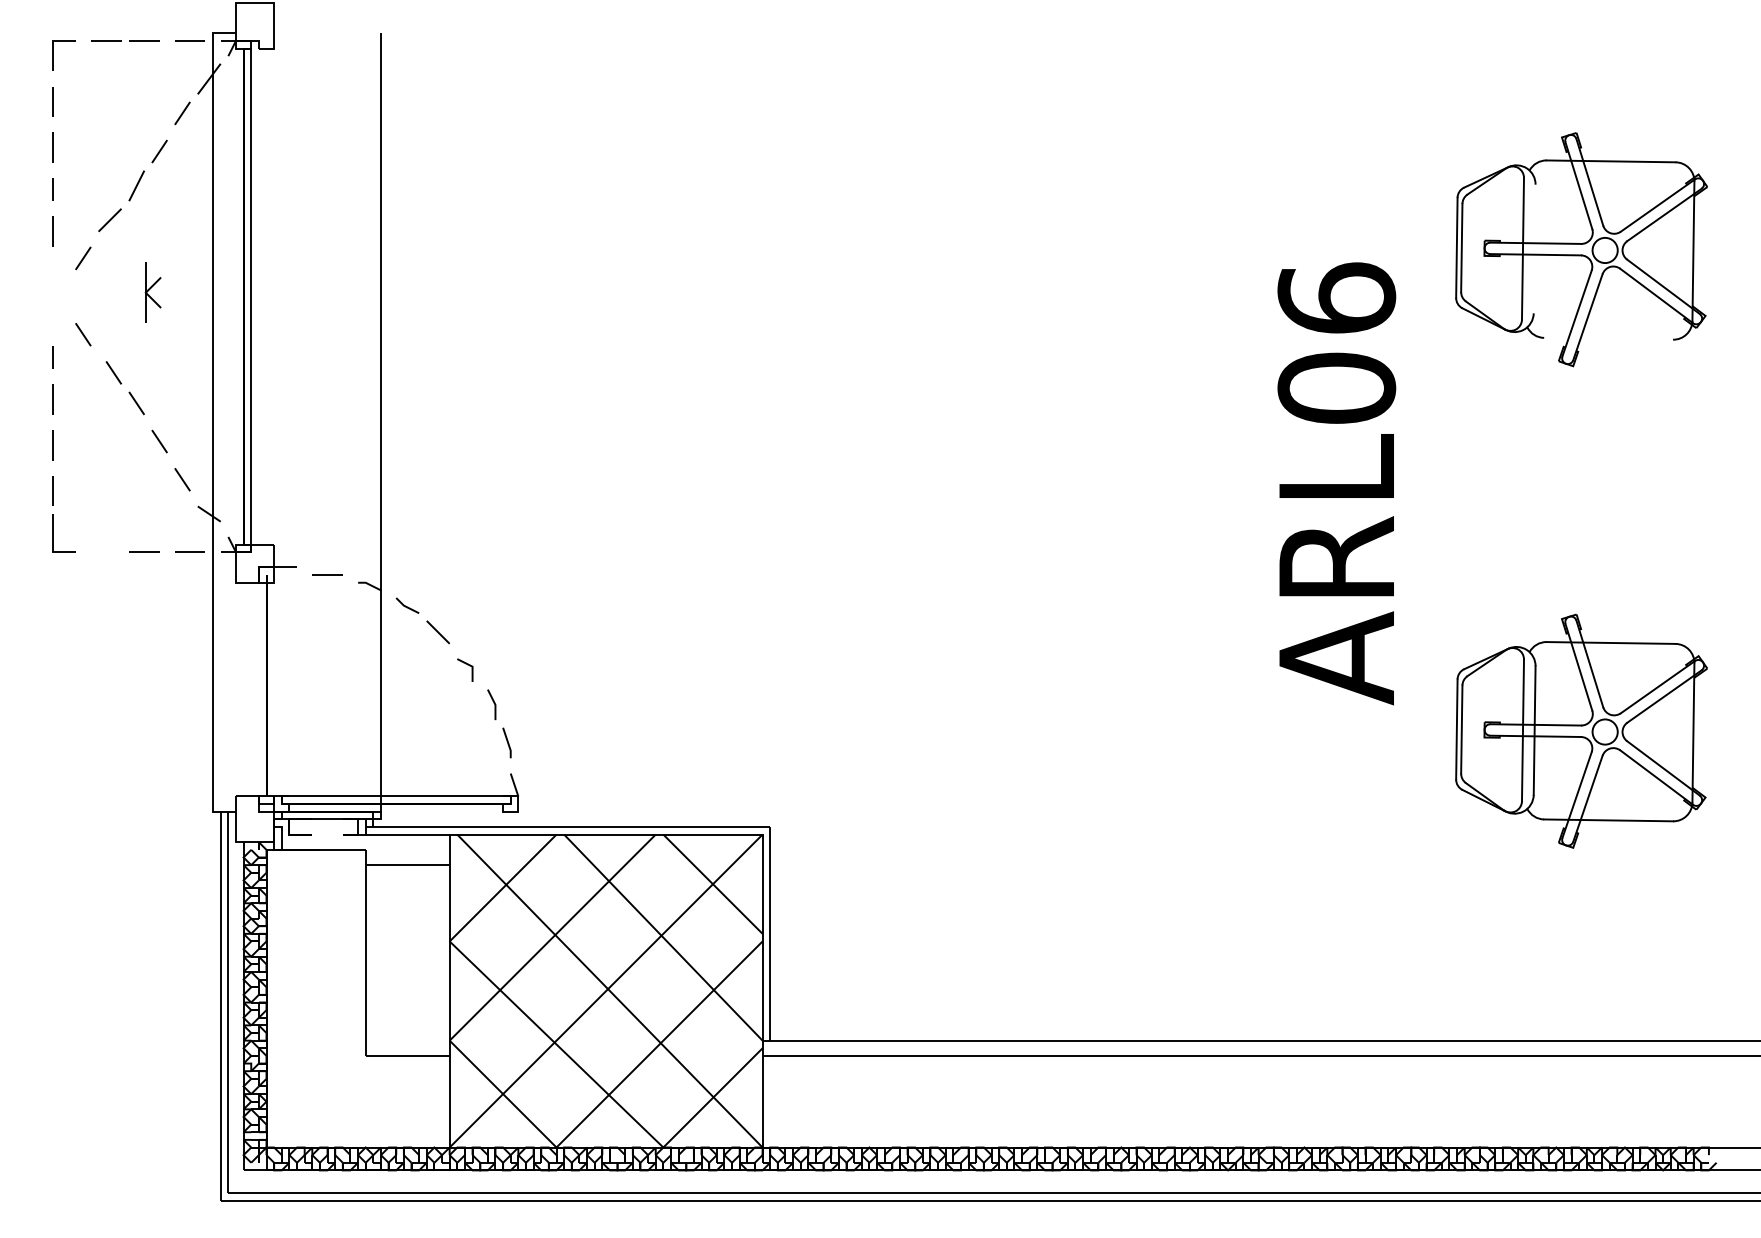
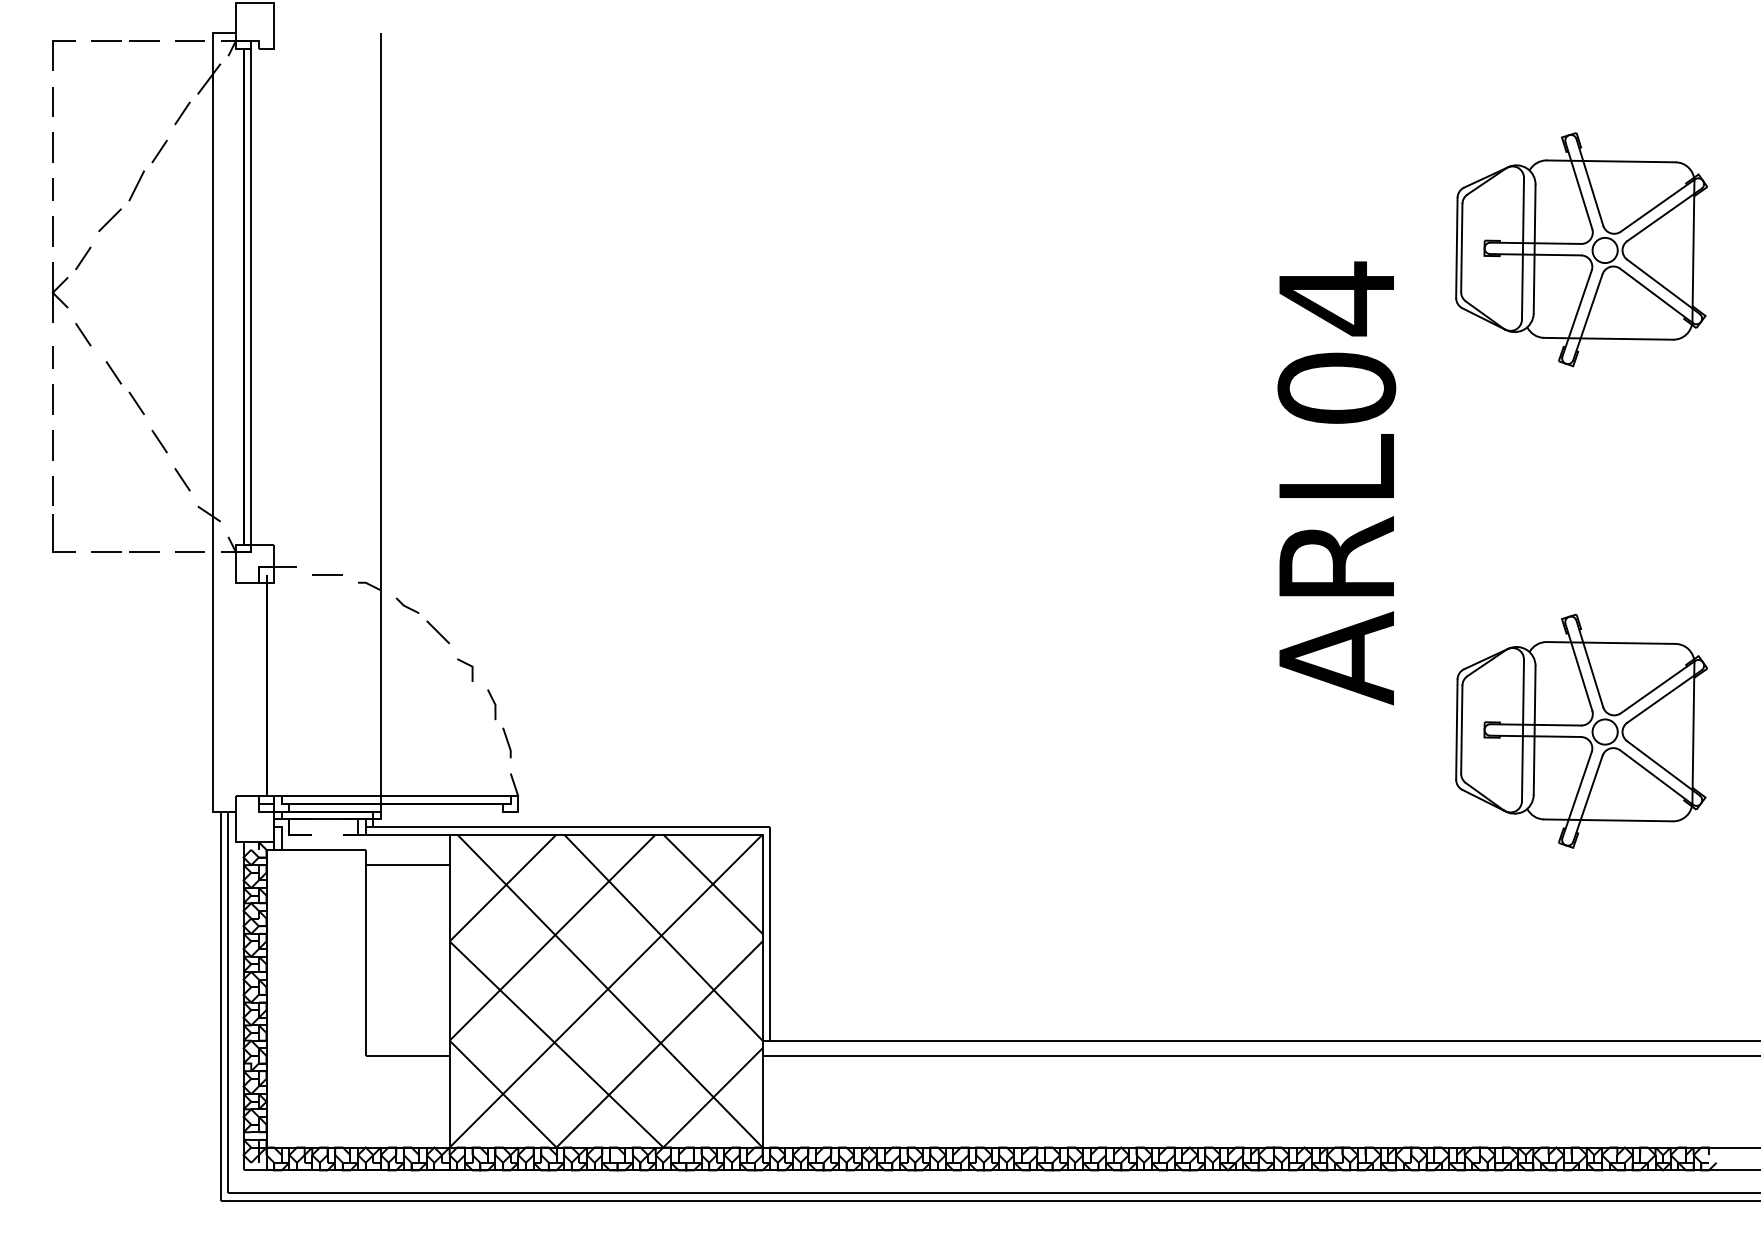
line at (1534, 248): none -> present
part at (152, 292) position: (152, 292) -> (59, 292)
text at (1336, 298): ARL06 -> ARL04
line at (1608, 338): none -> present
line at (106, 551): none -> present
